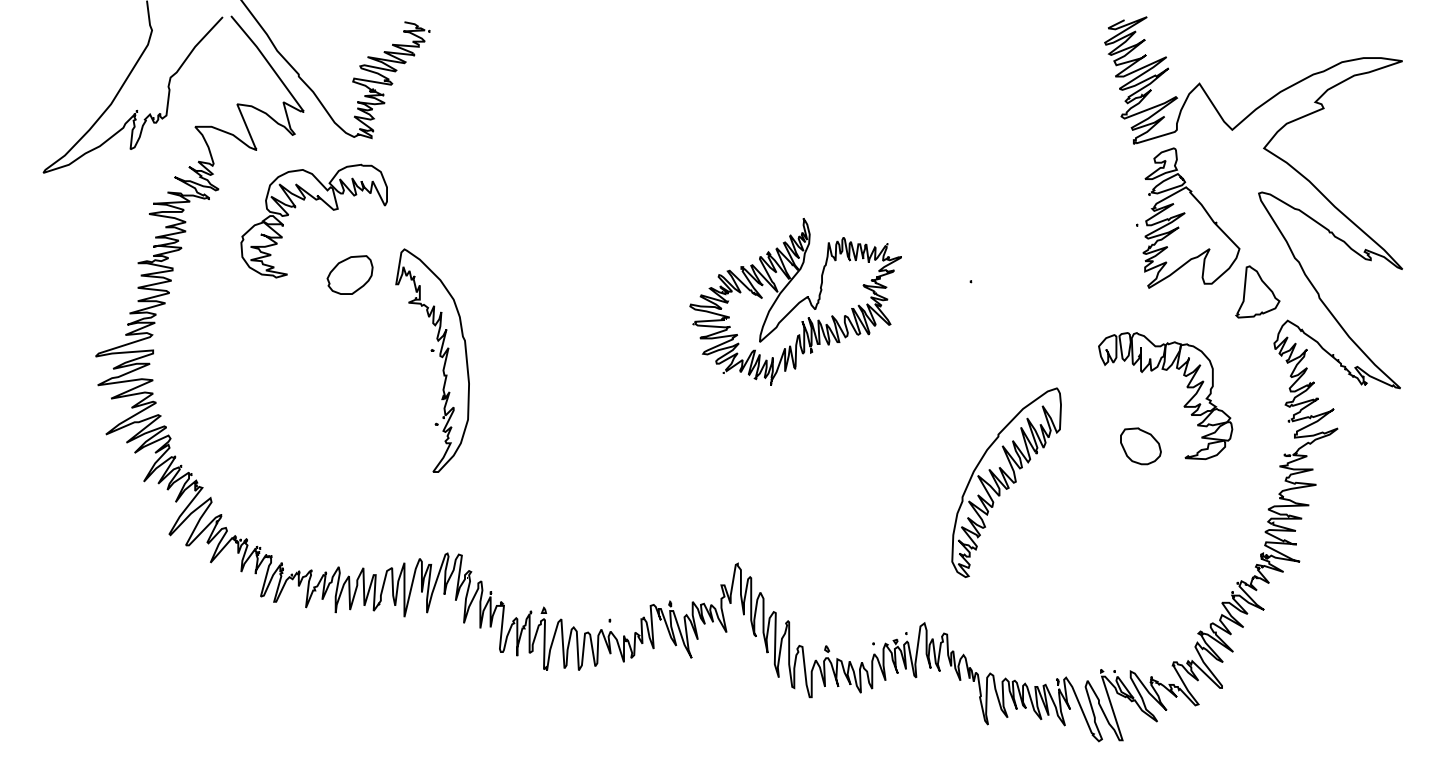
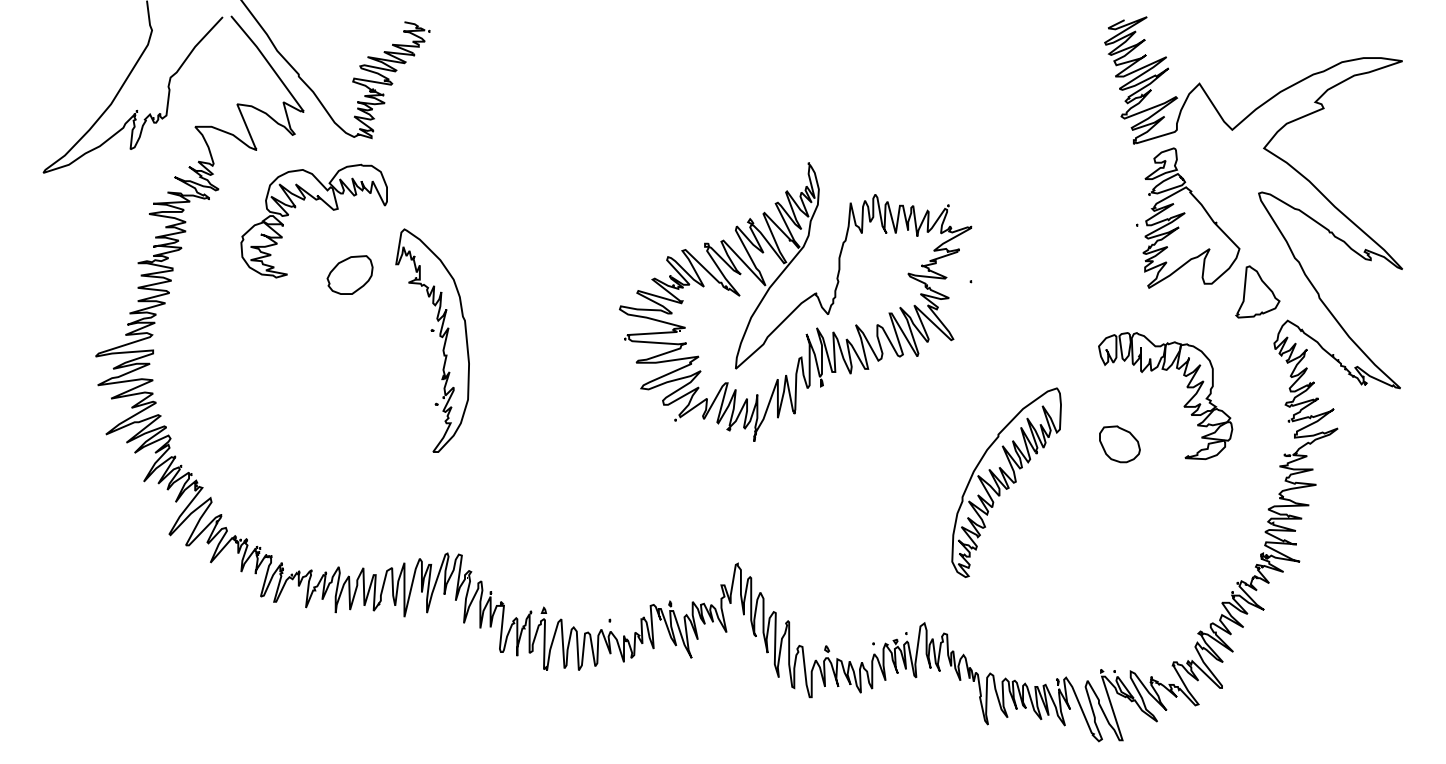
part at (795, 301) size: 213x168 px -> 354x280 px
part at (439, 356) position: (439, 356) -> (439, 336)
part at (1140, 446) position: (1140, 446) -> (1119, 444)
